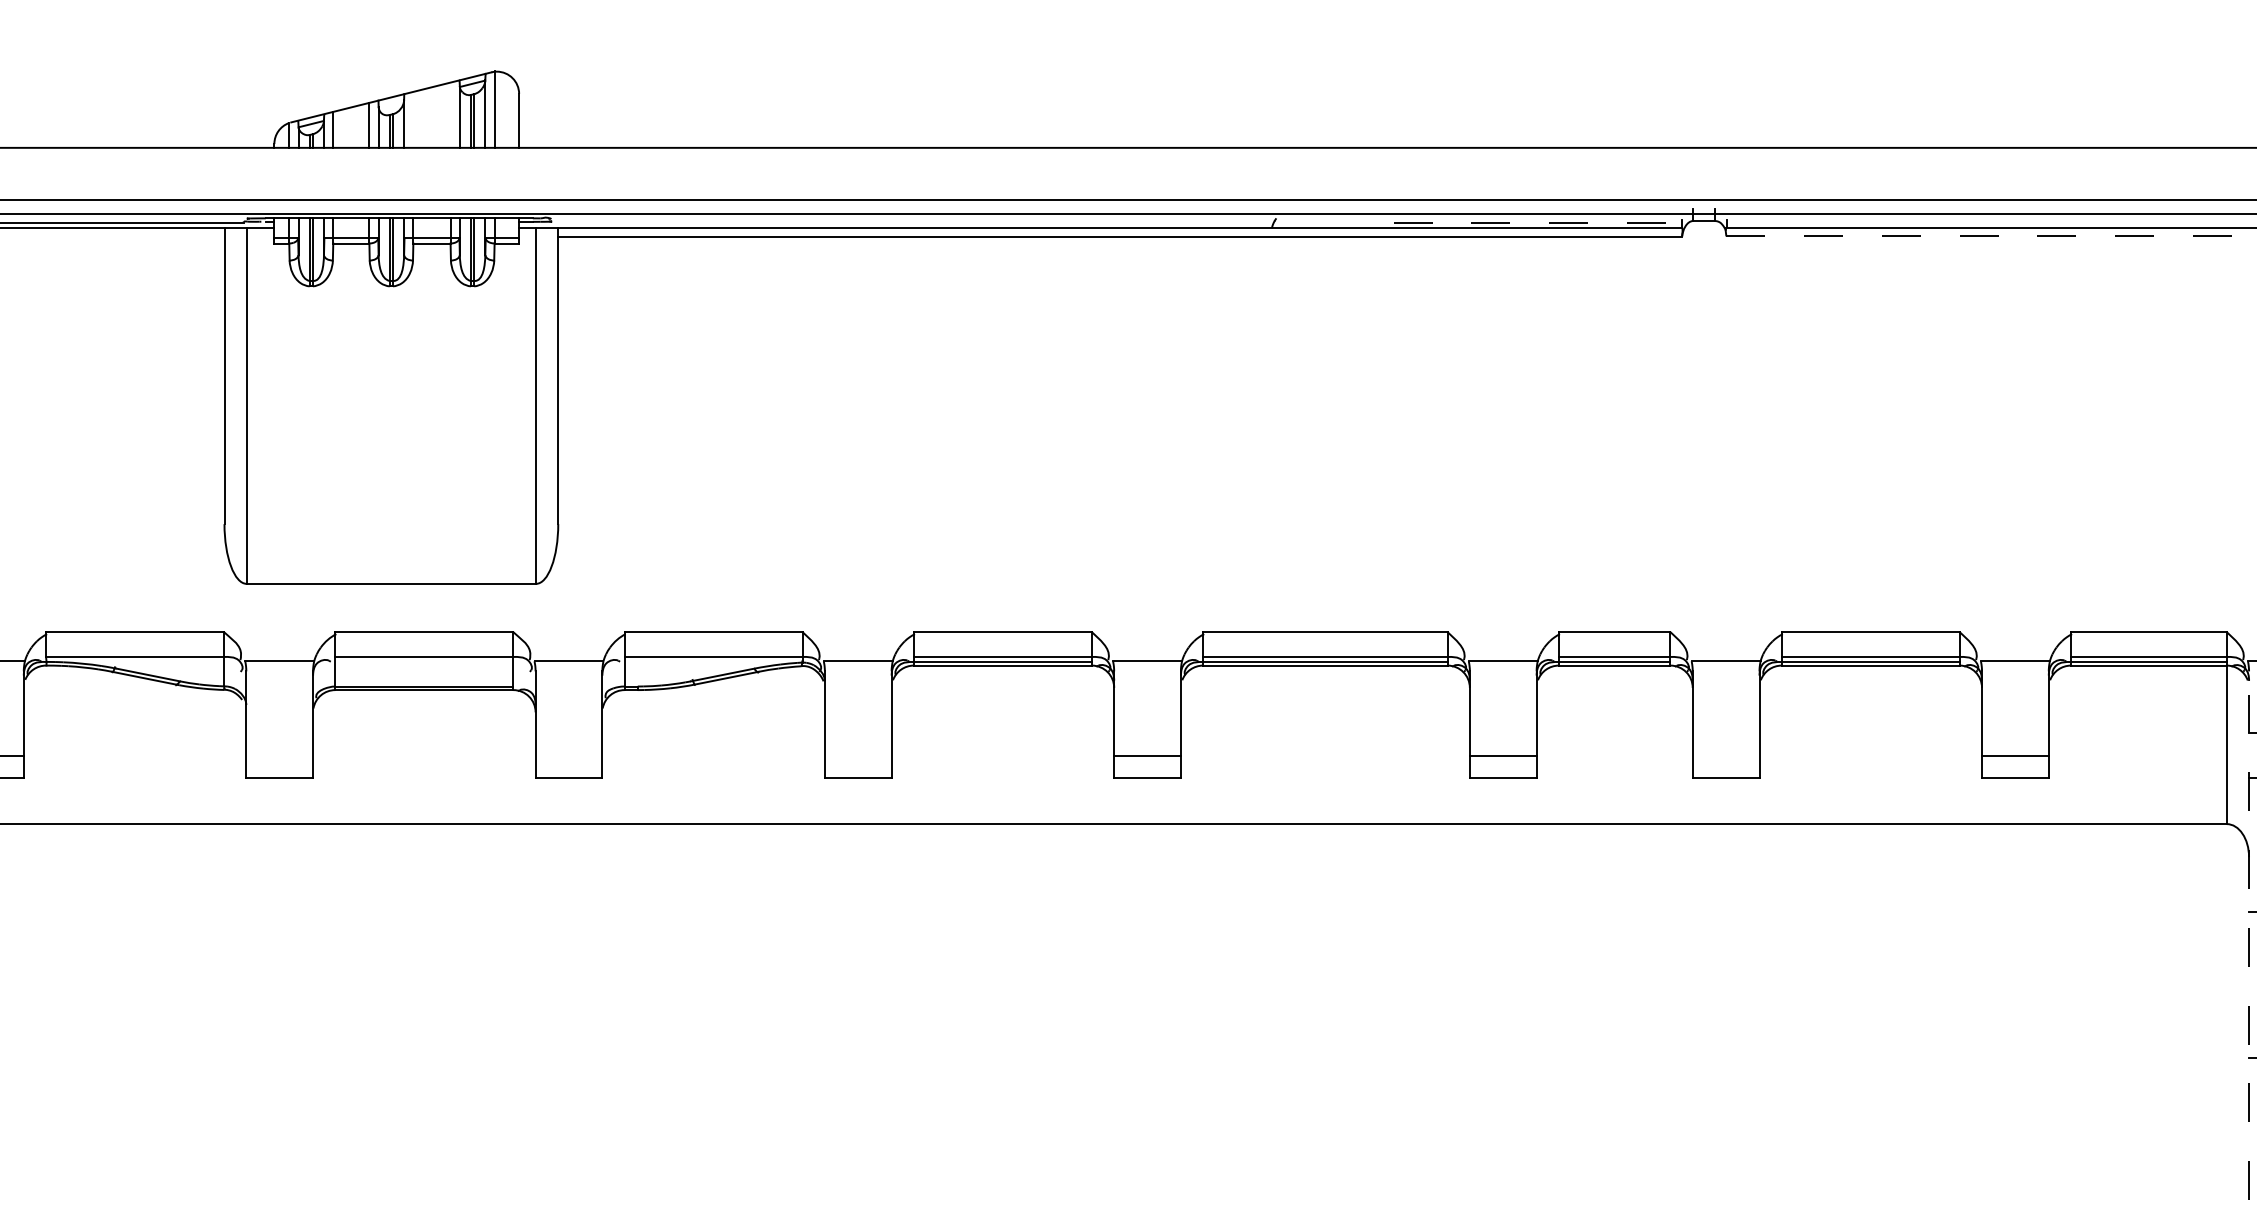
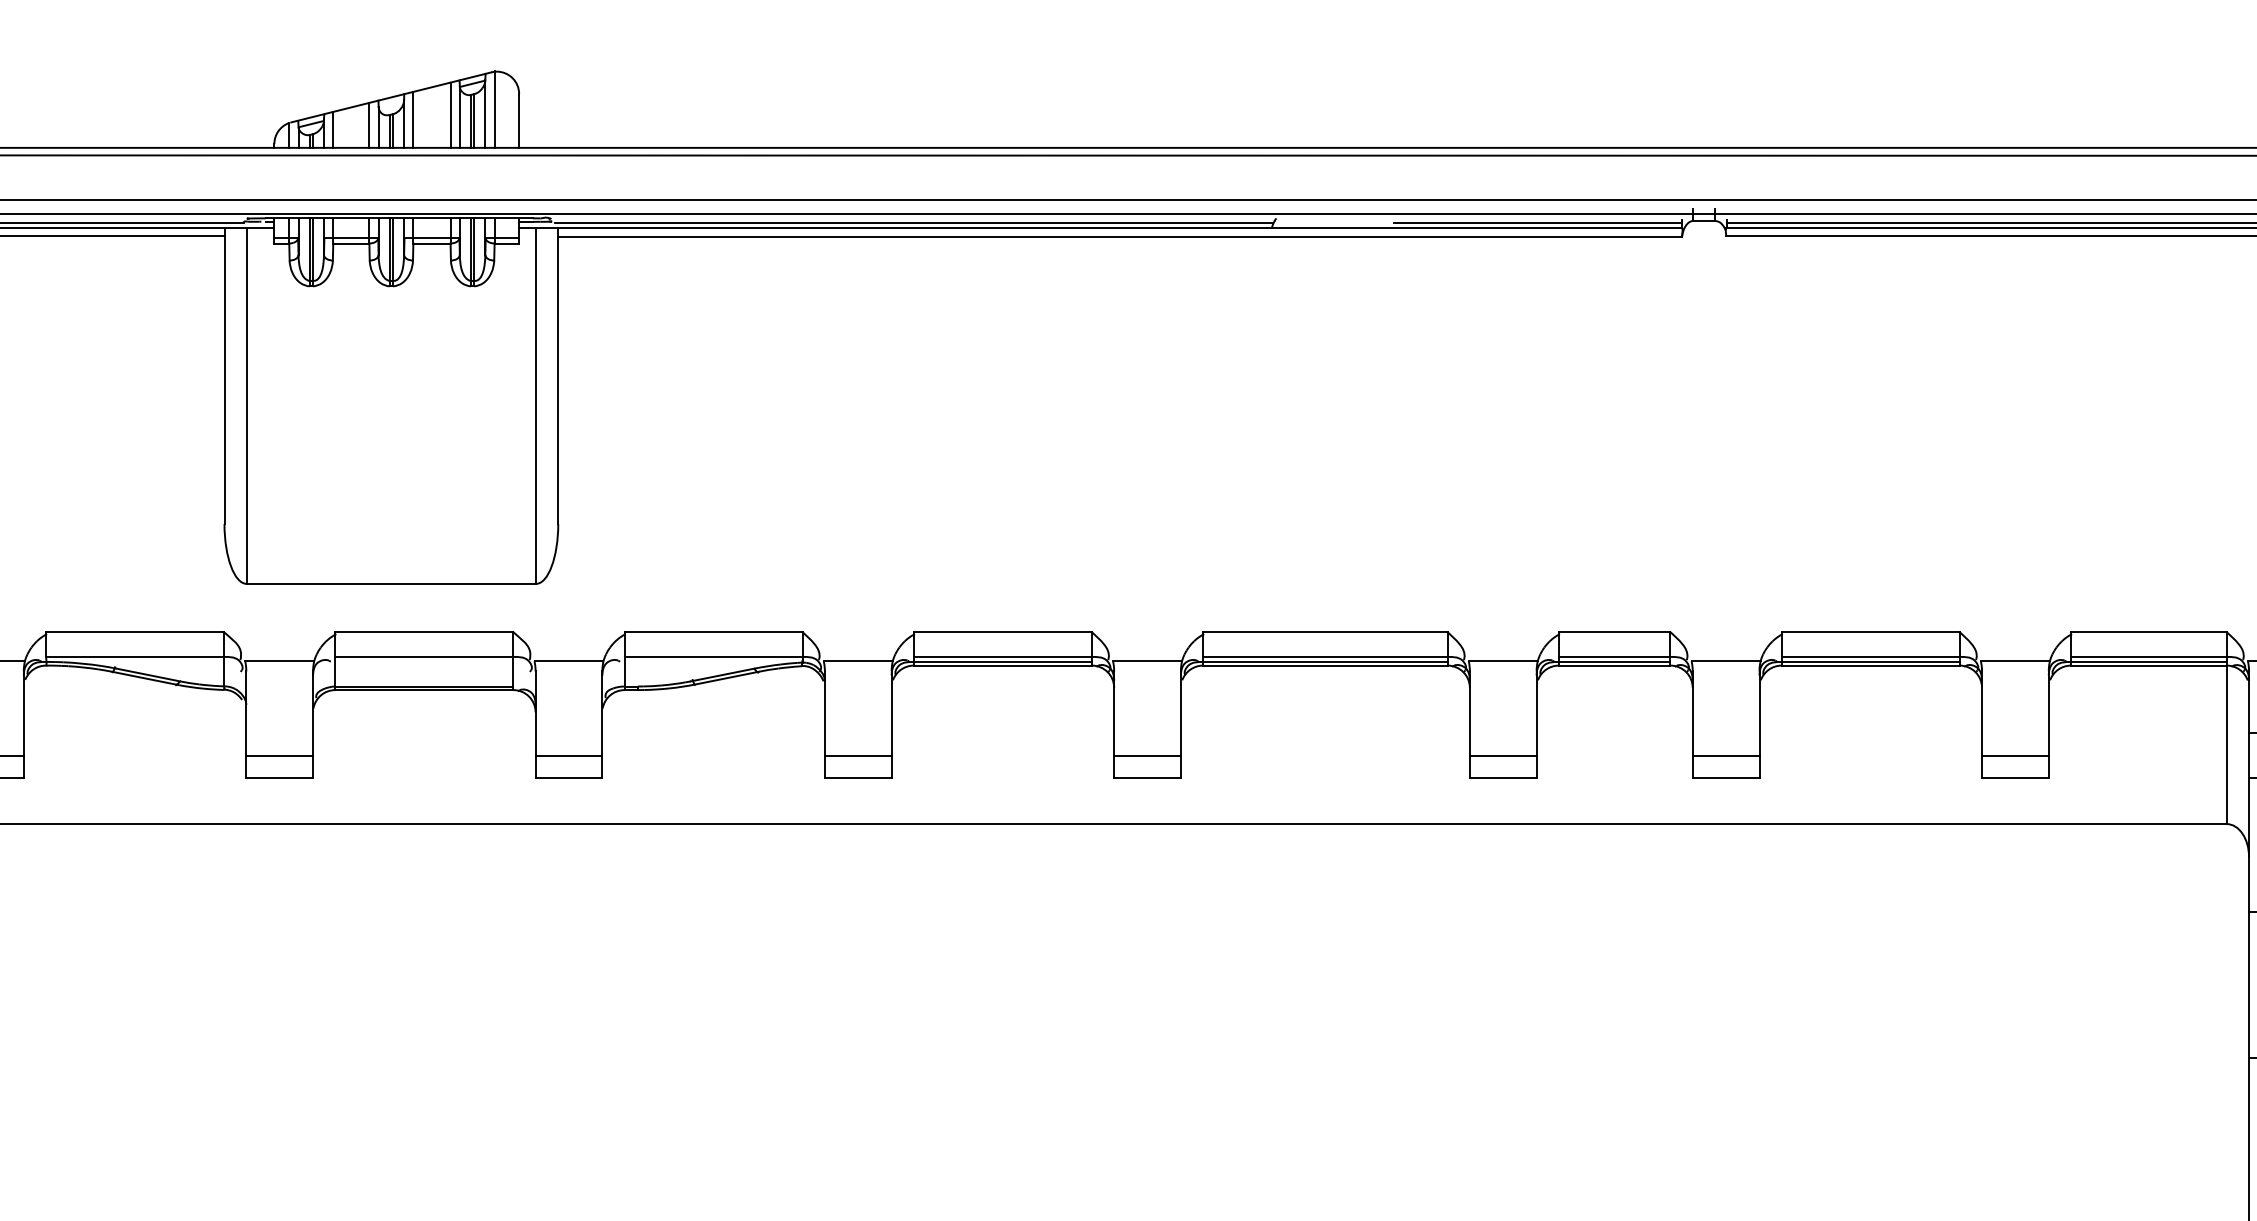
line at (450, 114): none -> present
line at (413, 119): none -> present
line at (1127, 155): none -> present
line at (913, 223): none -> present
line at (1538, 223): dashed -> solid
line at (1989, 223): none -> present
line at (113, 236): none -> present
line at (1991, 236): dashed -> solid
line at (279, 755): none -> present
line at (568, 755): none -> present
line at (857, 755): none -> present
line at (1725, 755): none -> present
line at (2249, 945): dashed -> solid
